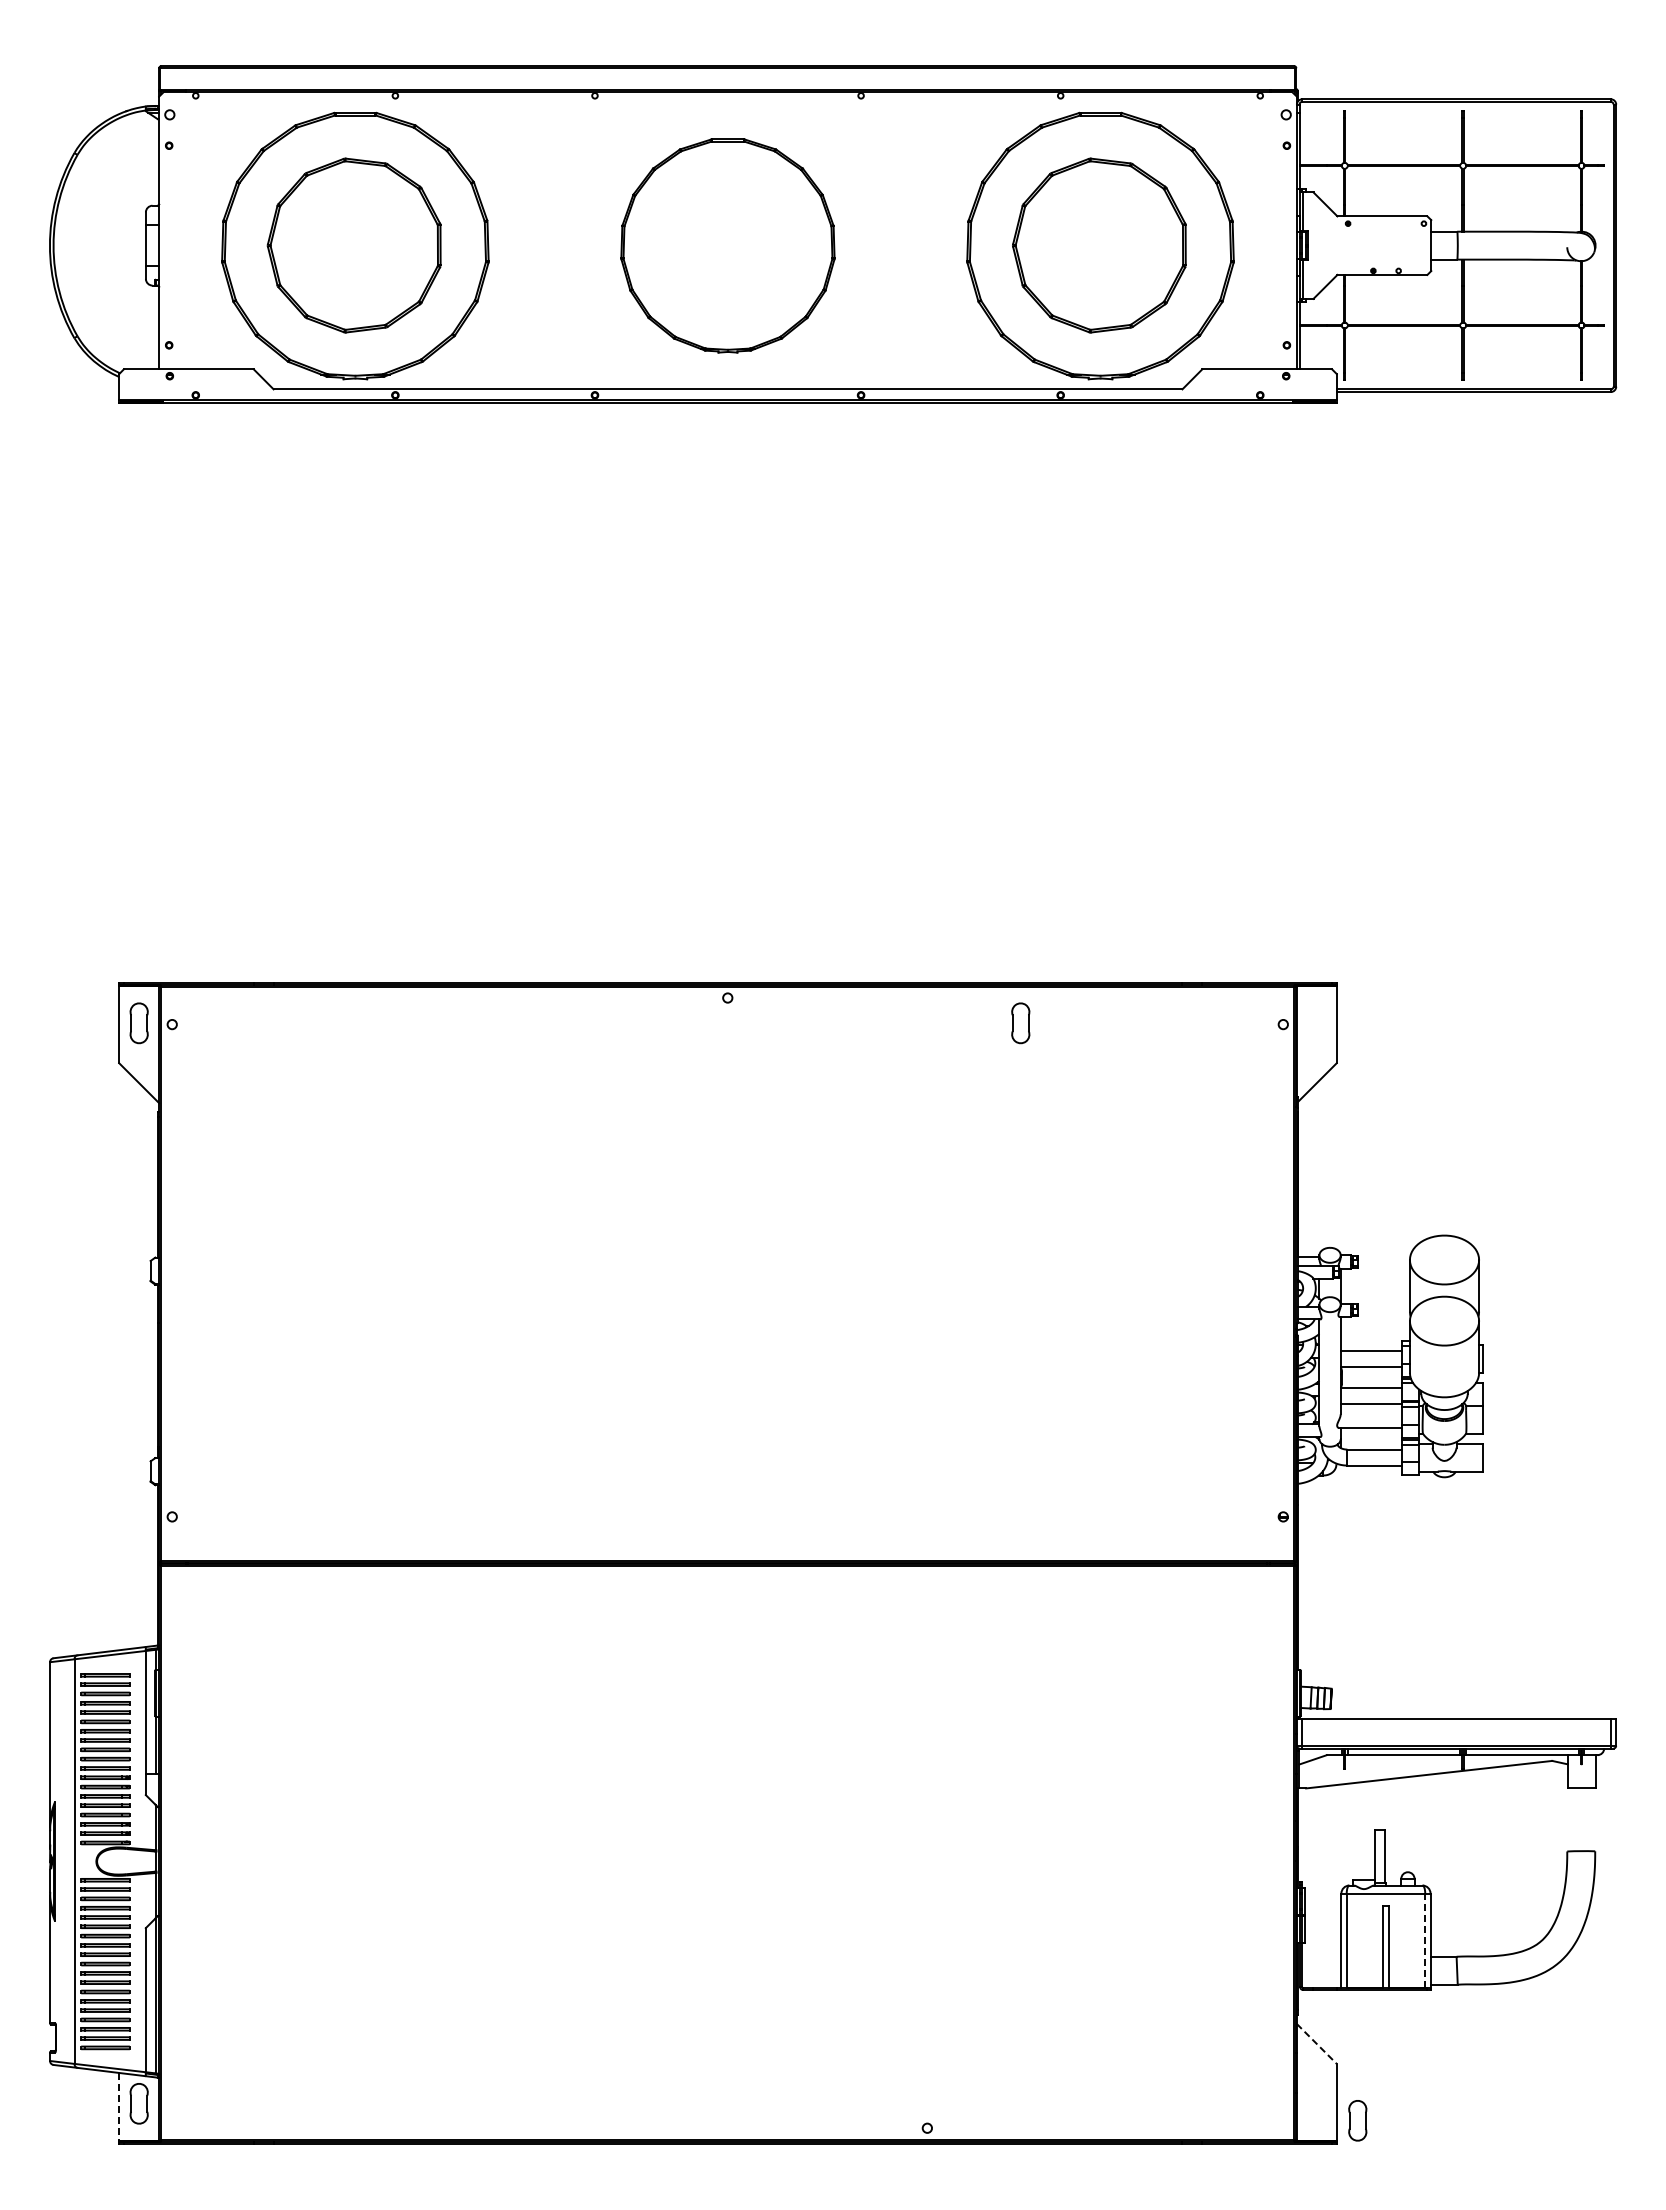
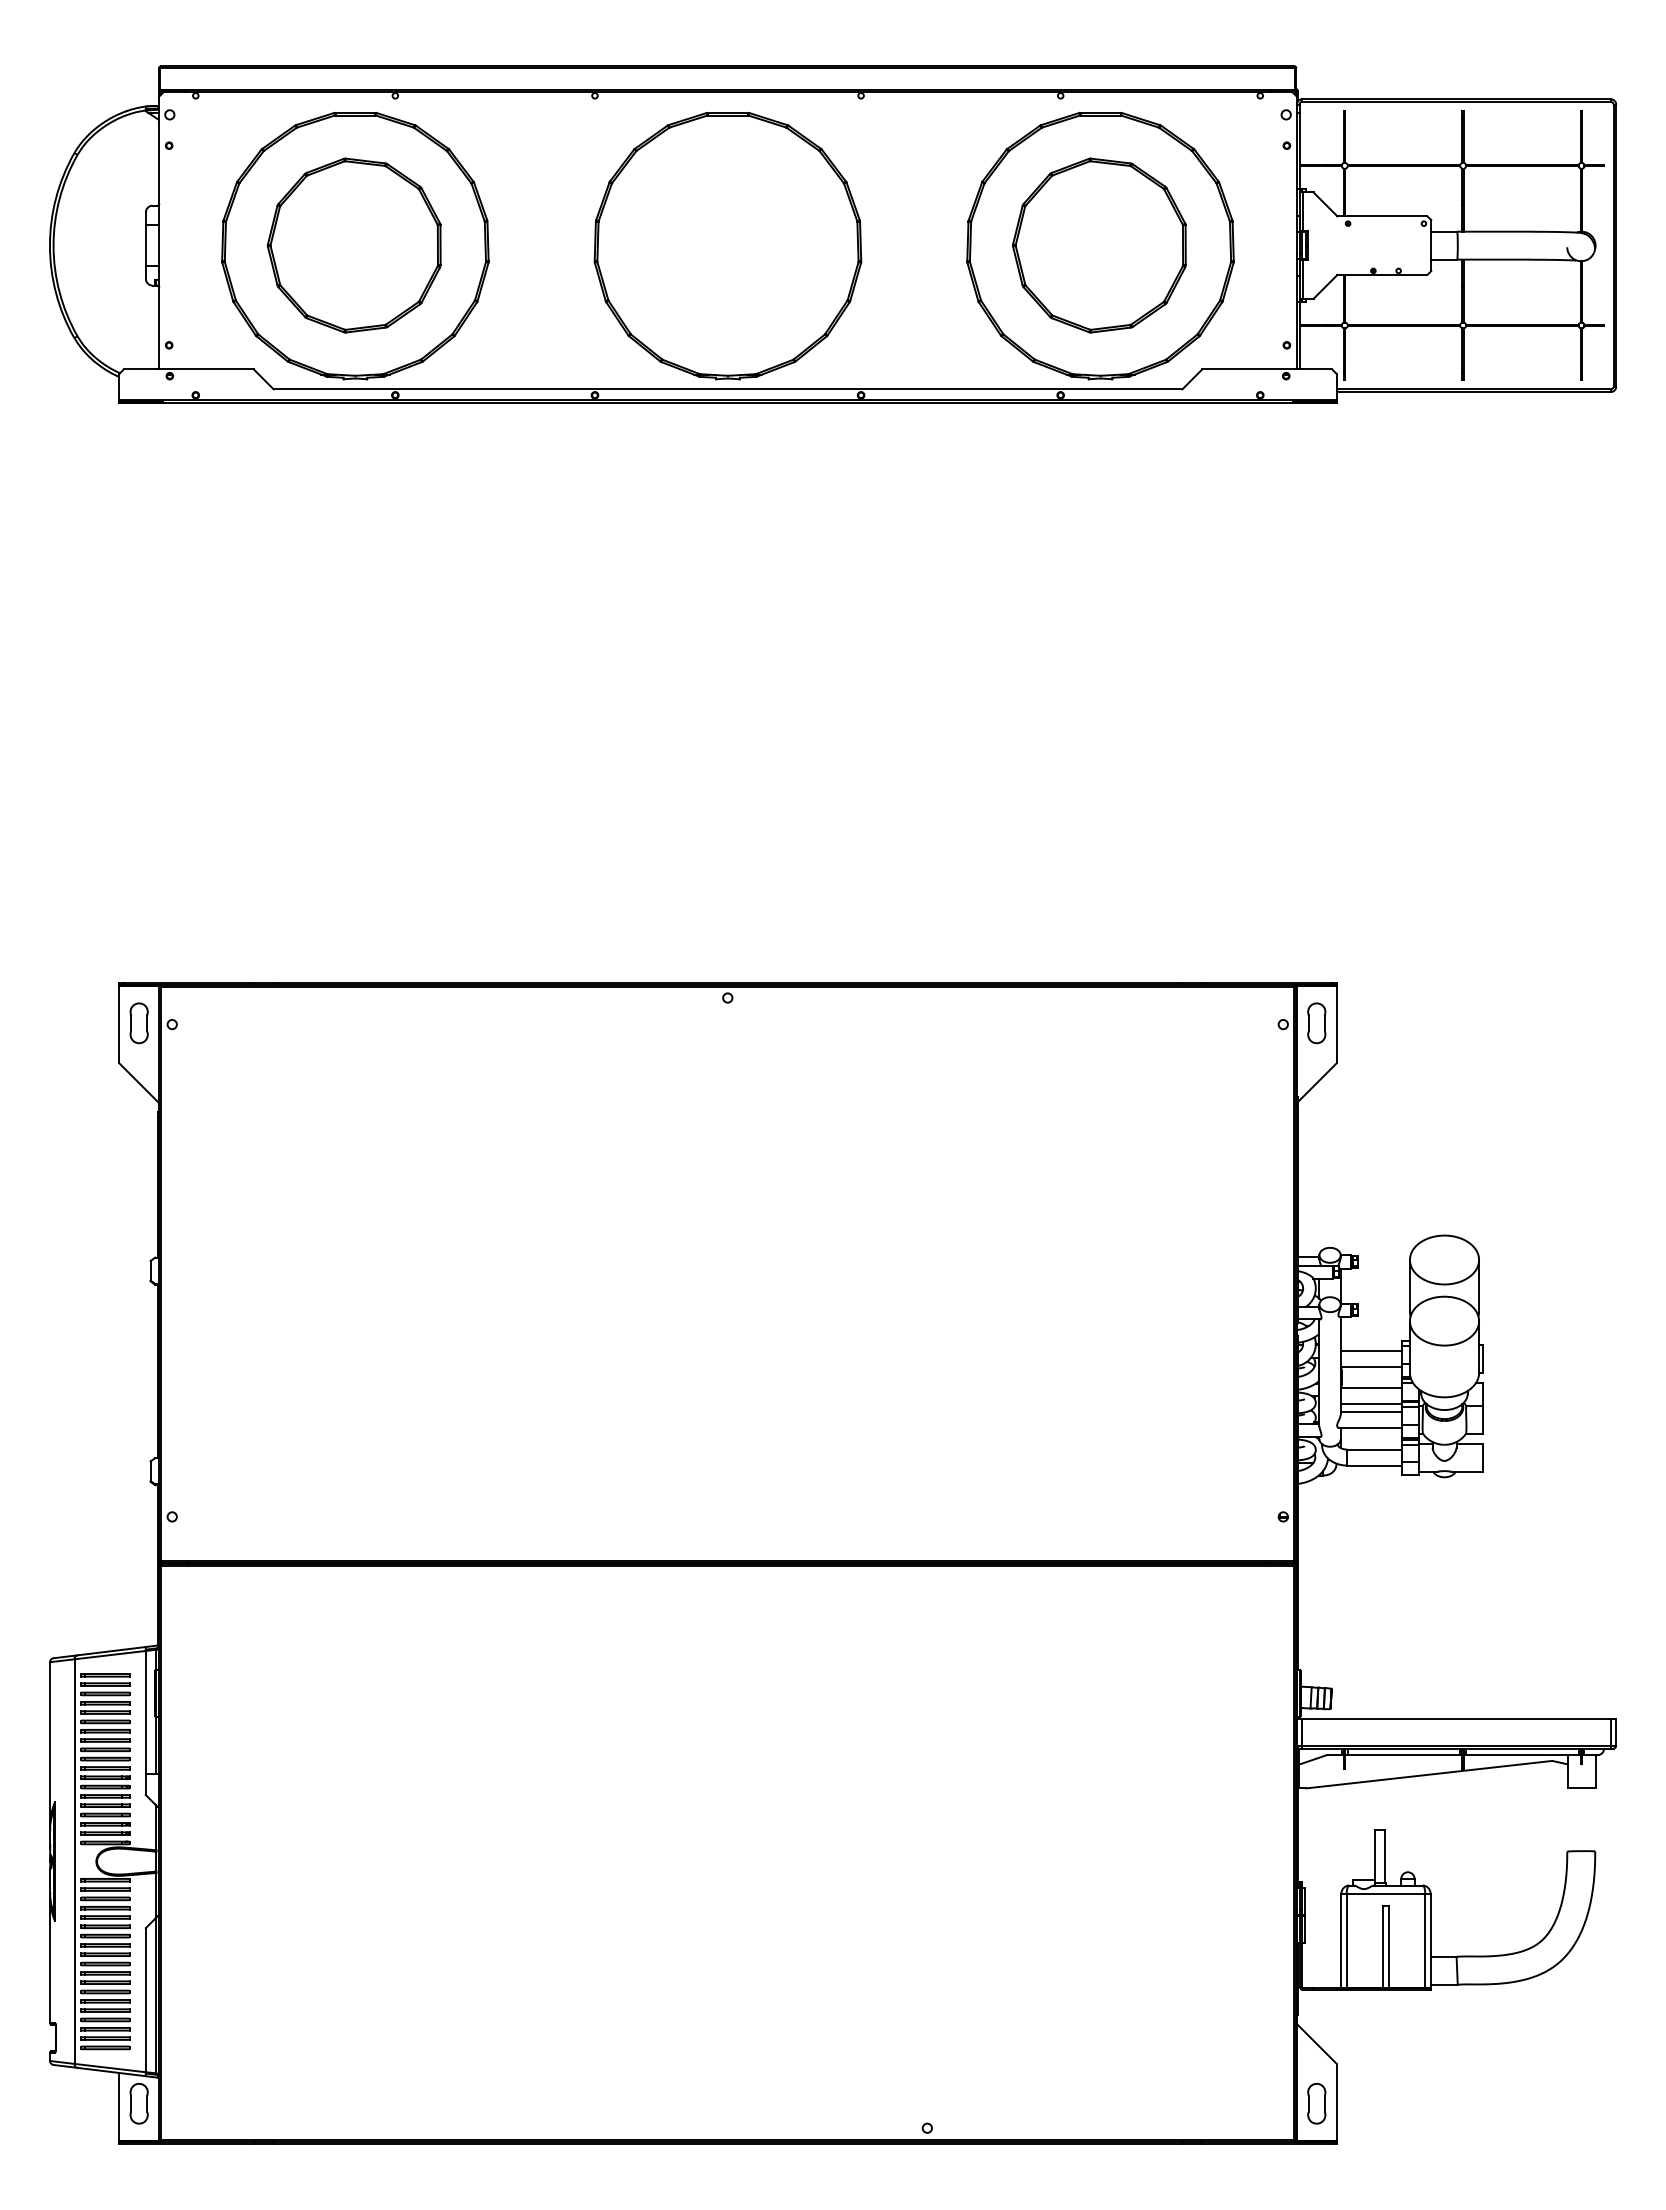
part at (727, 245) size: 216x216 px -> 270x270 px
part at (1020, 1023) position: (1020, 1023) -> (1316, 1023)
line at (1370, 1411): none -> present
line at (1425, 1940): dashed -> solid
line at (1317, 2044): dashed -> solid
line at (119, 2107): dashed -> solid
part at (1357, 2120) position: (1357, 2120) -> (1316, 2103)
